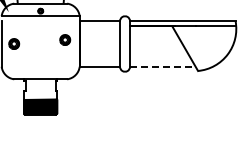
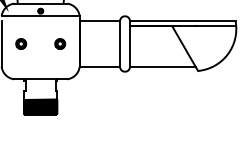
part at (65, 39) position: (65, 39) -> (60, 43)
part at (14, 43) position: (14, 43) -> (21, 43)
line at (162, 66): dashed -> solid
